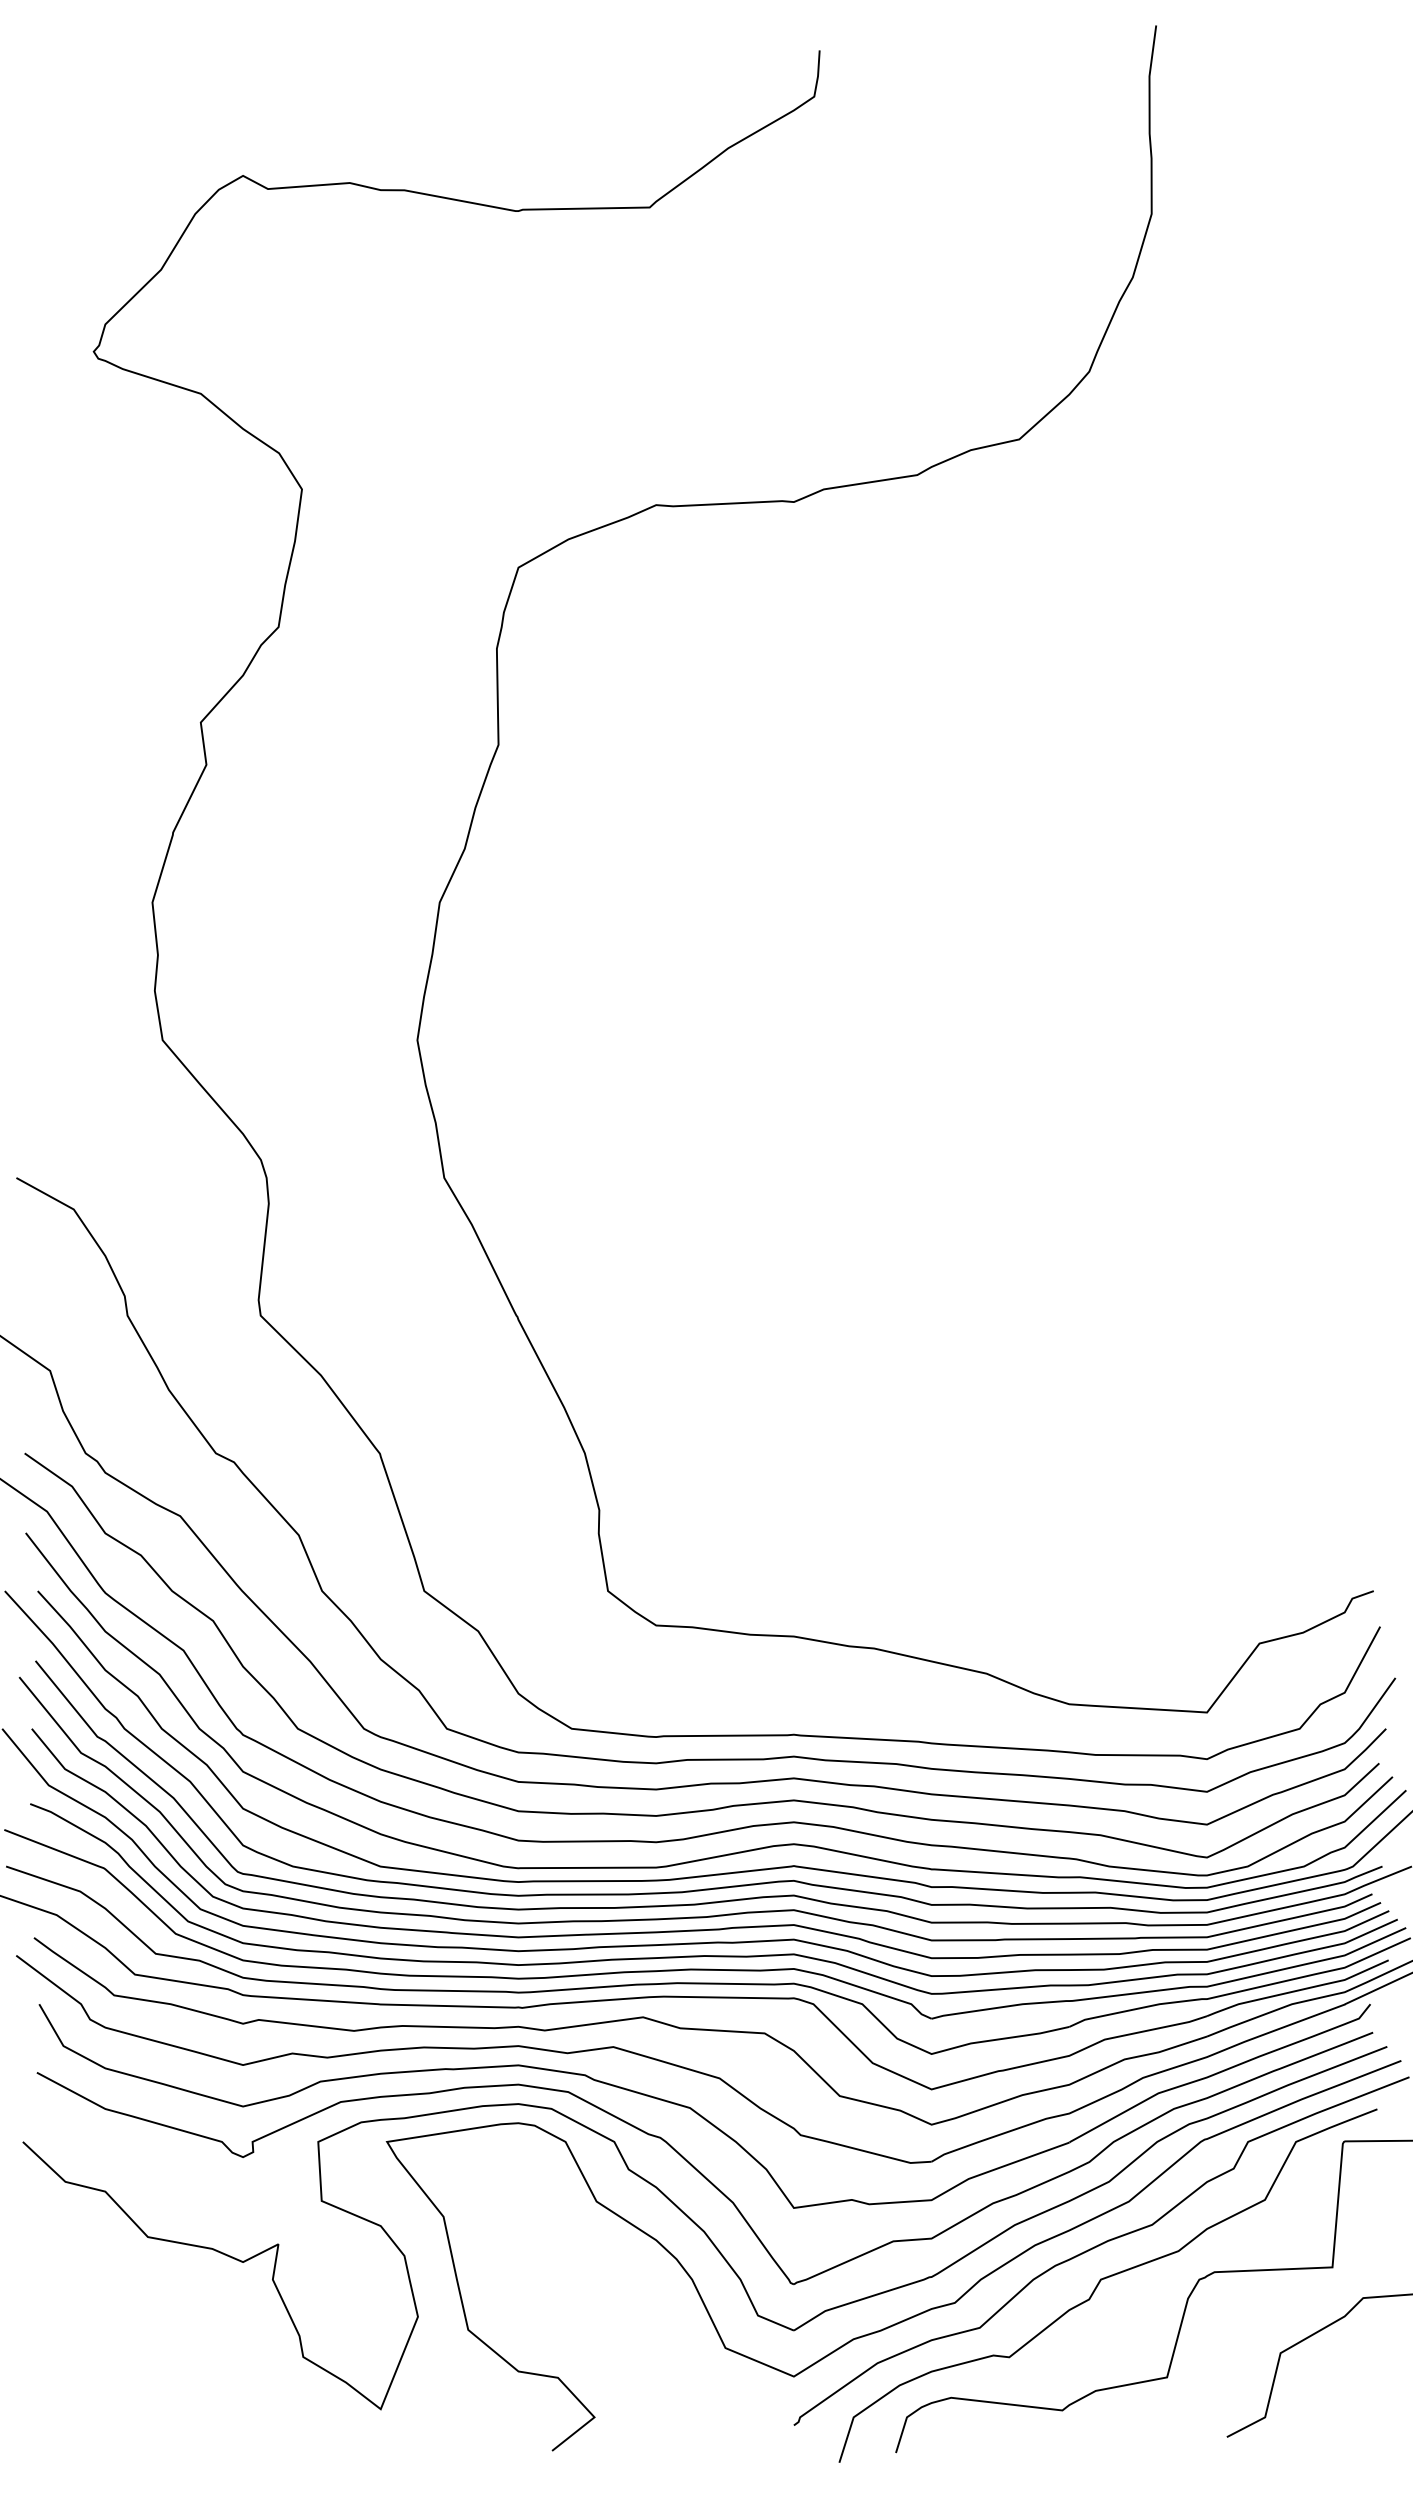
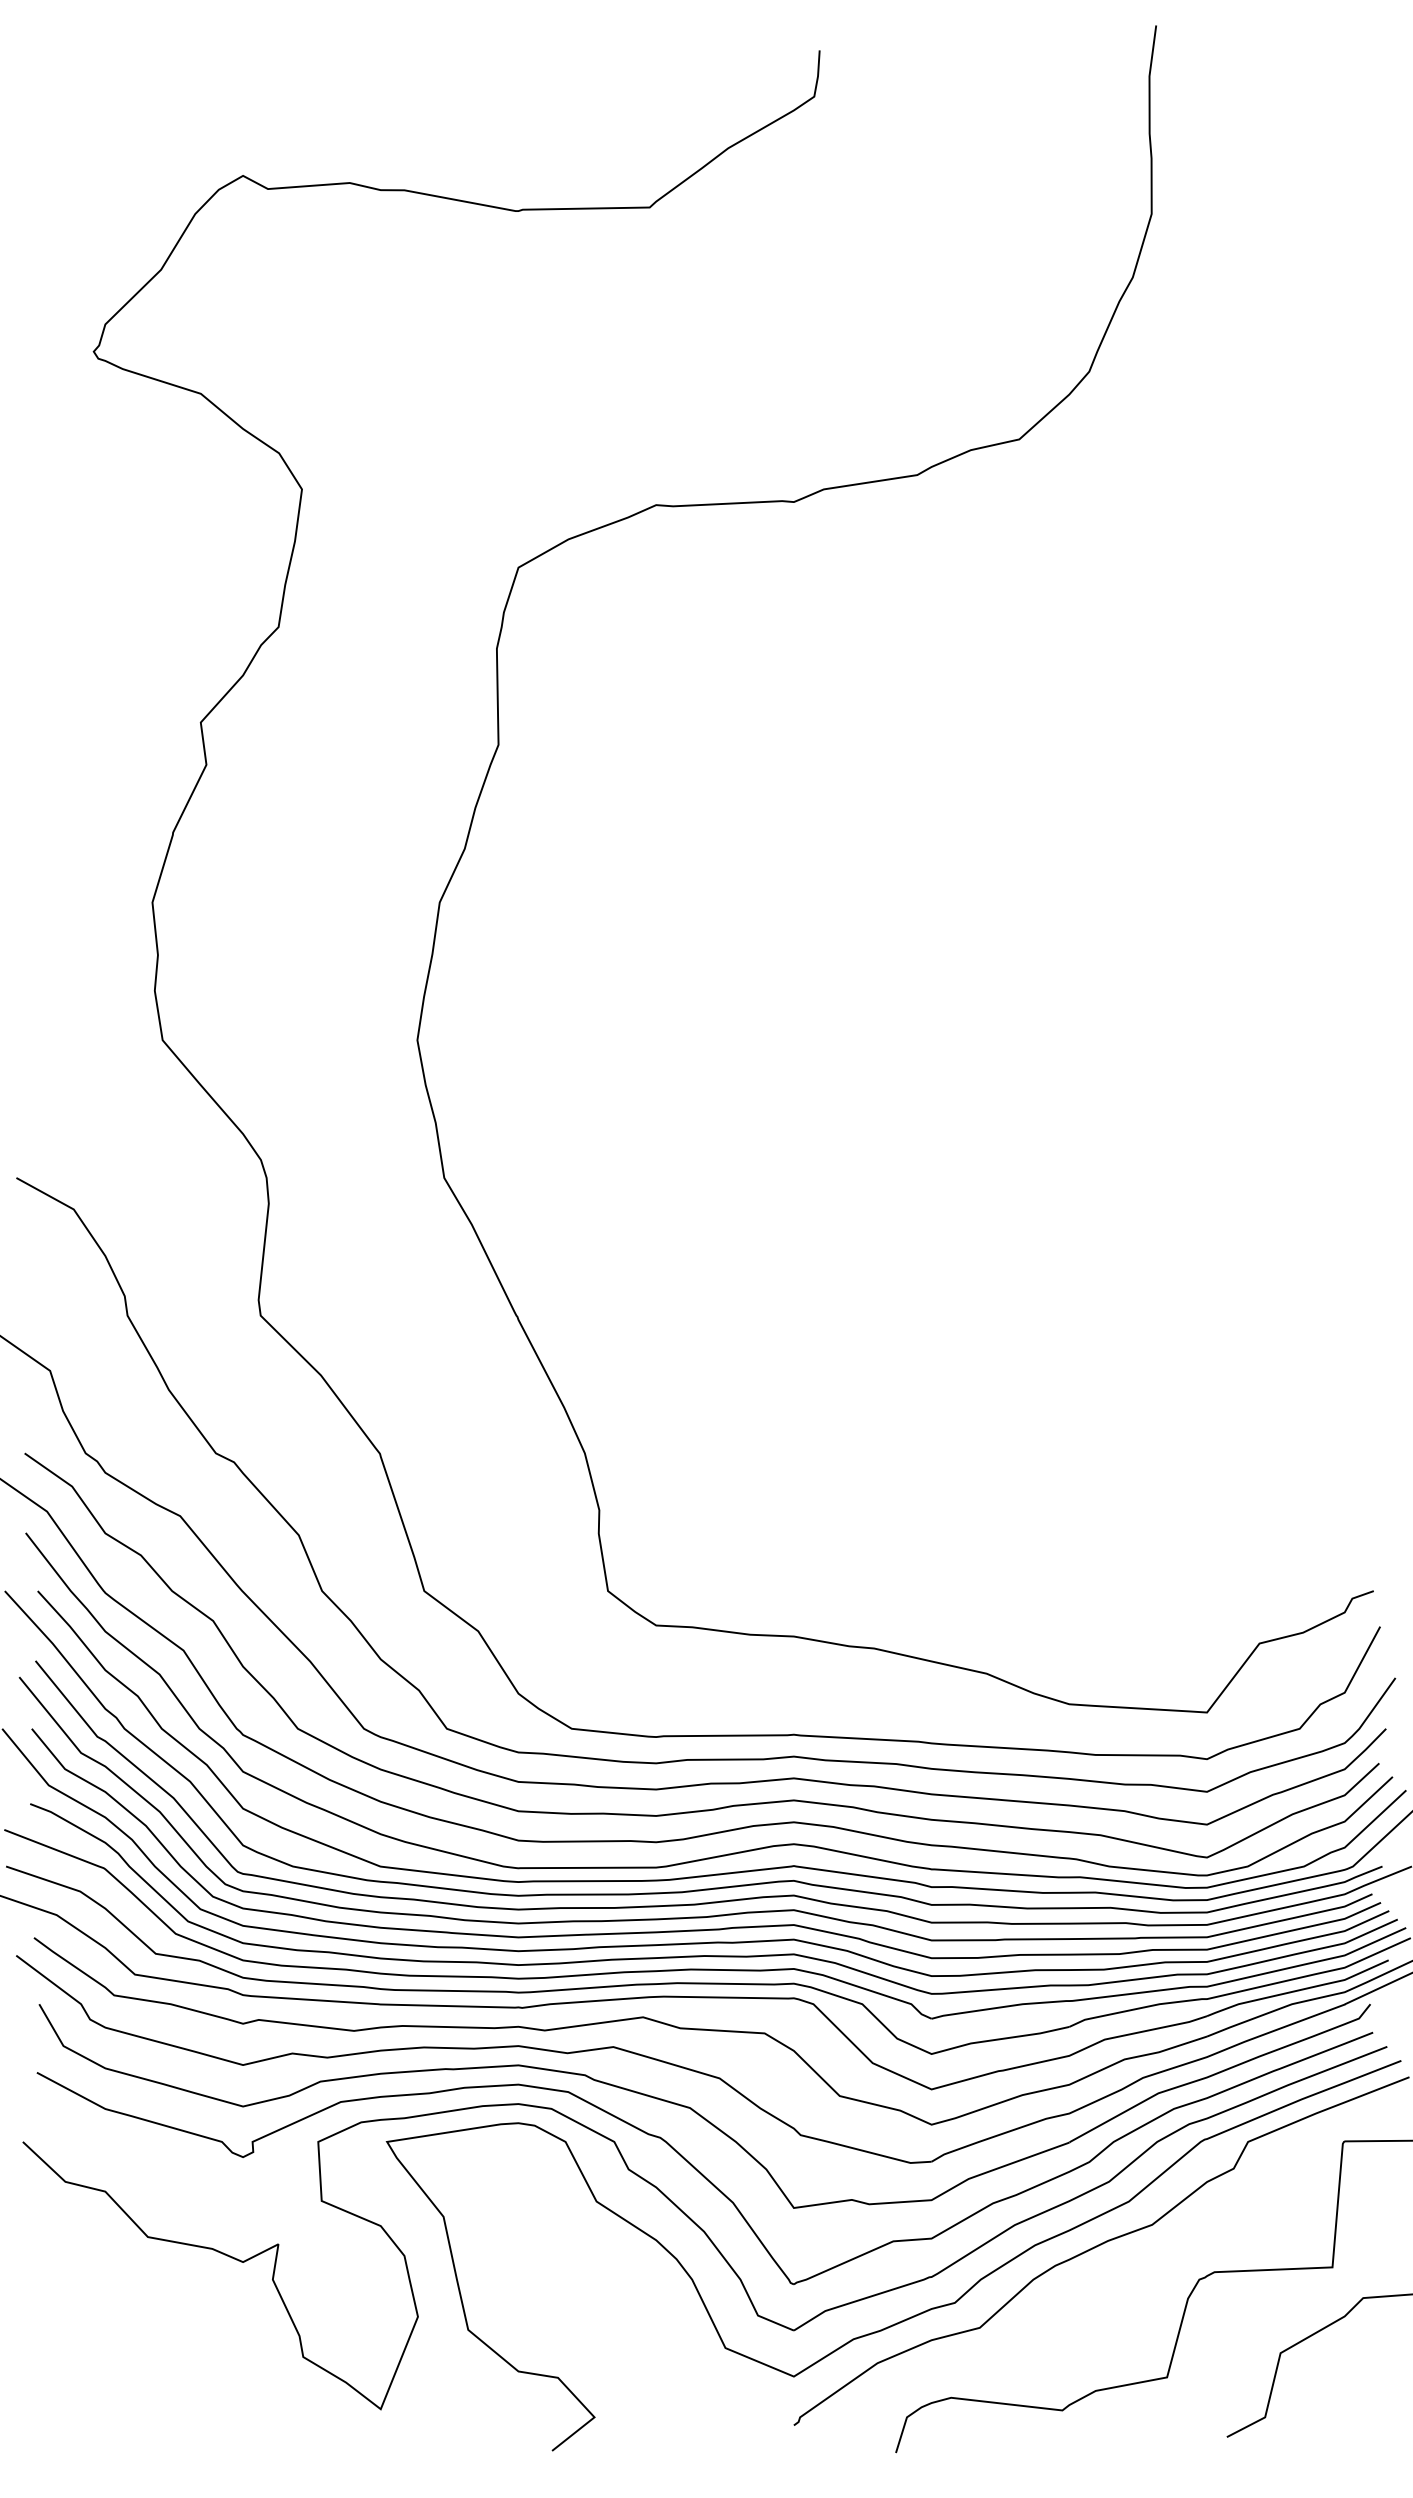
curve at (1104, 2279): present -> none
